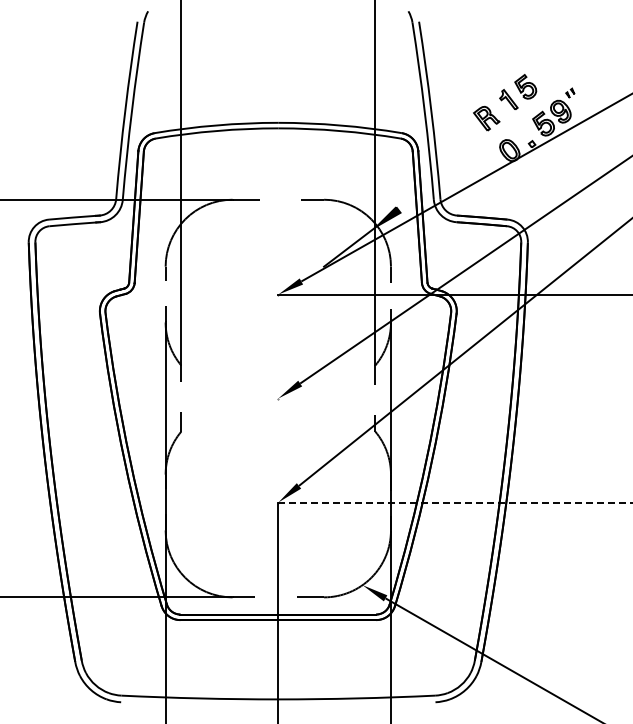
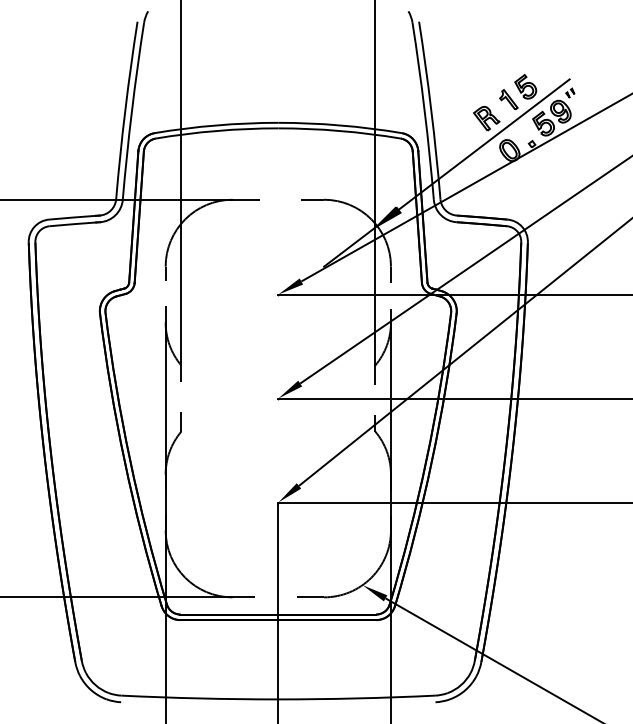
line at (483, 144): none -> present
line at (453, 398): none -> present
line at (455, 502): dashed -> solid
